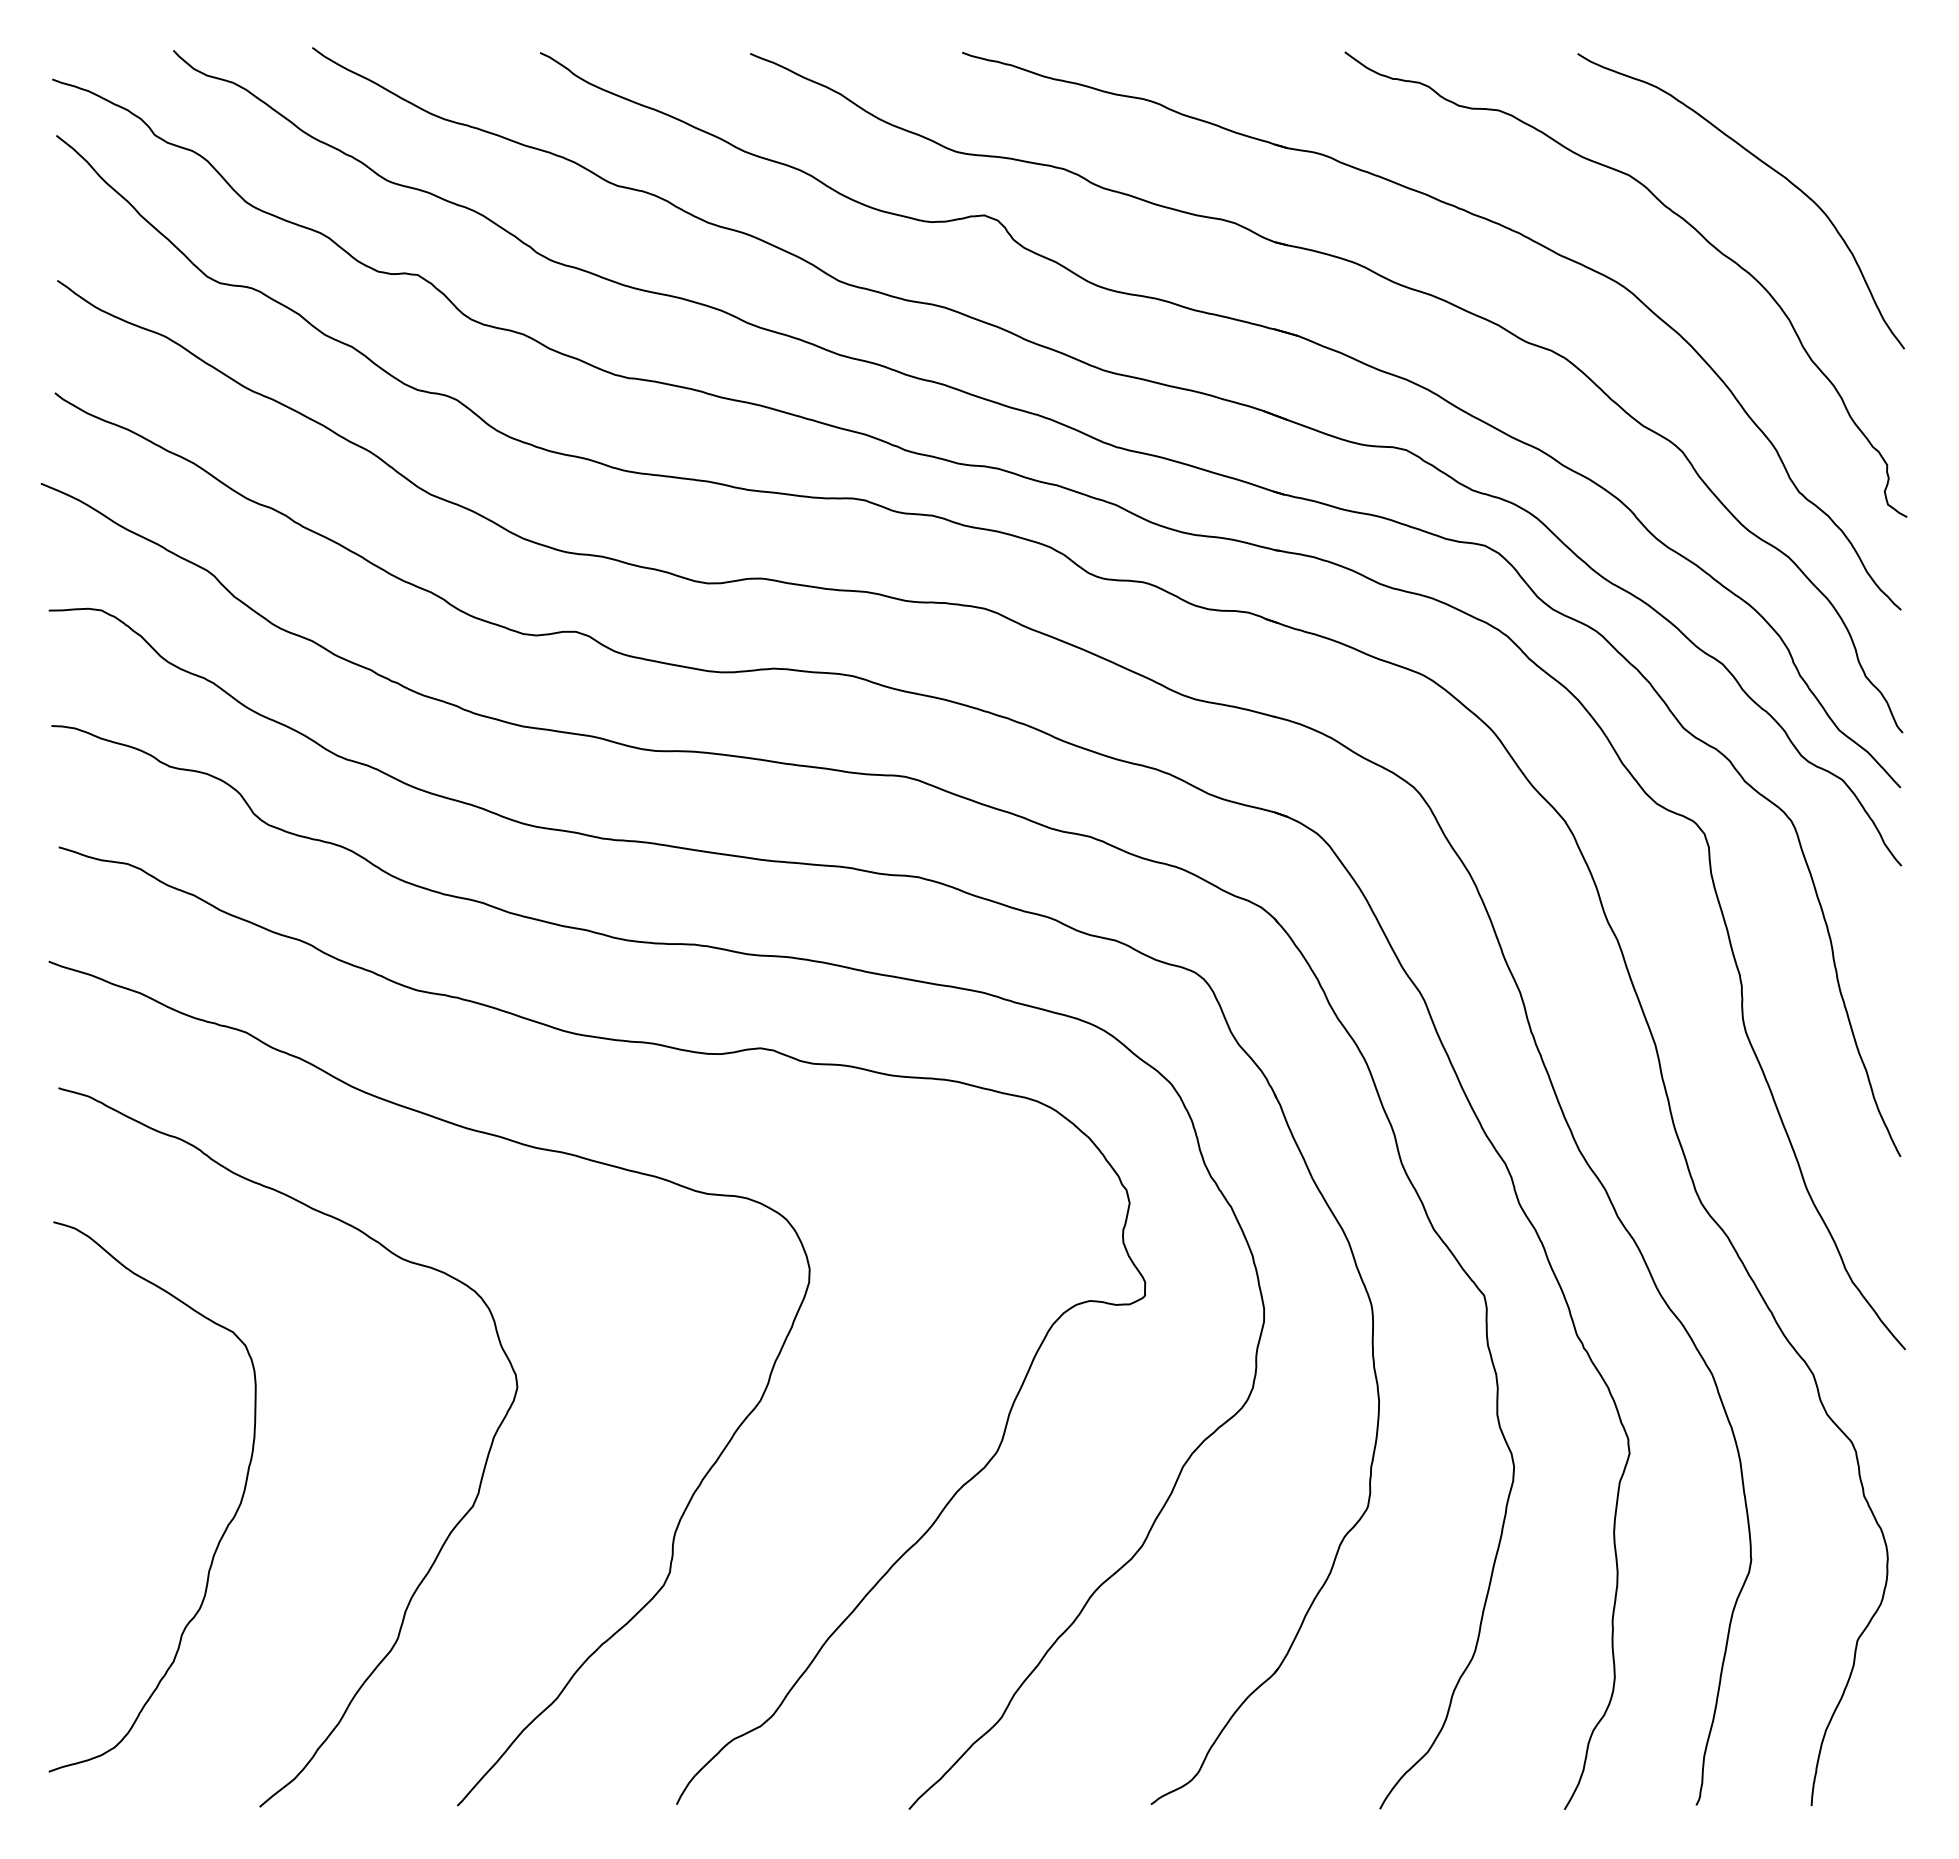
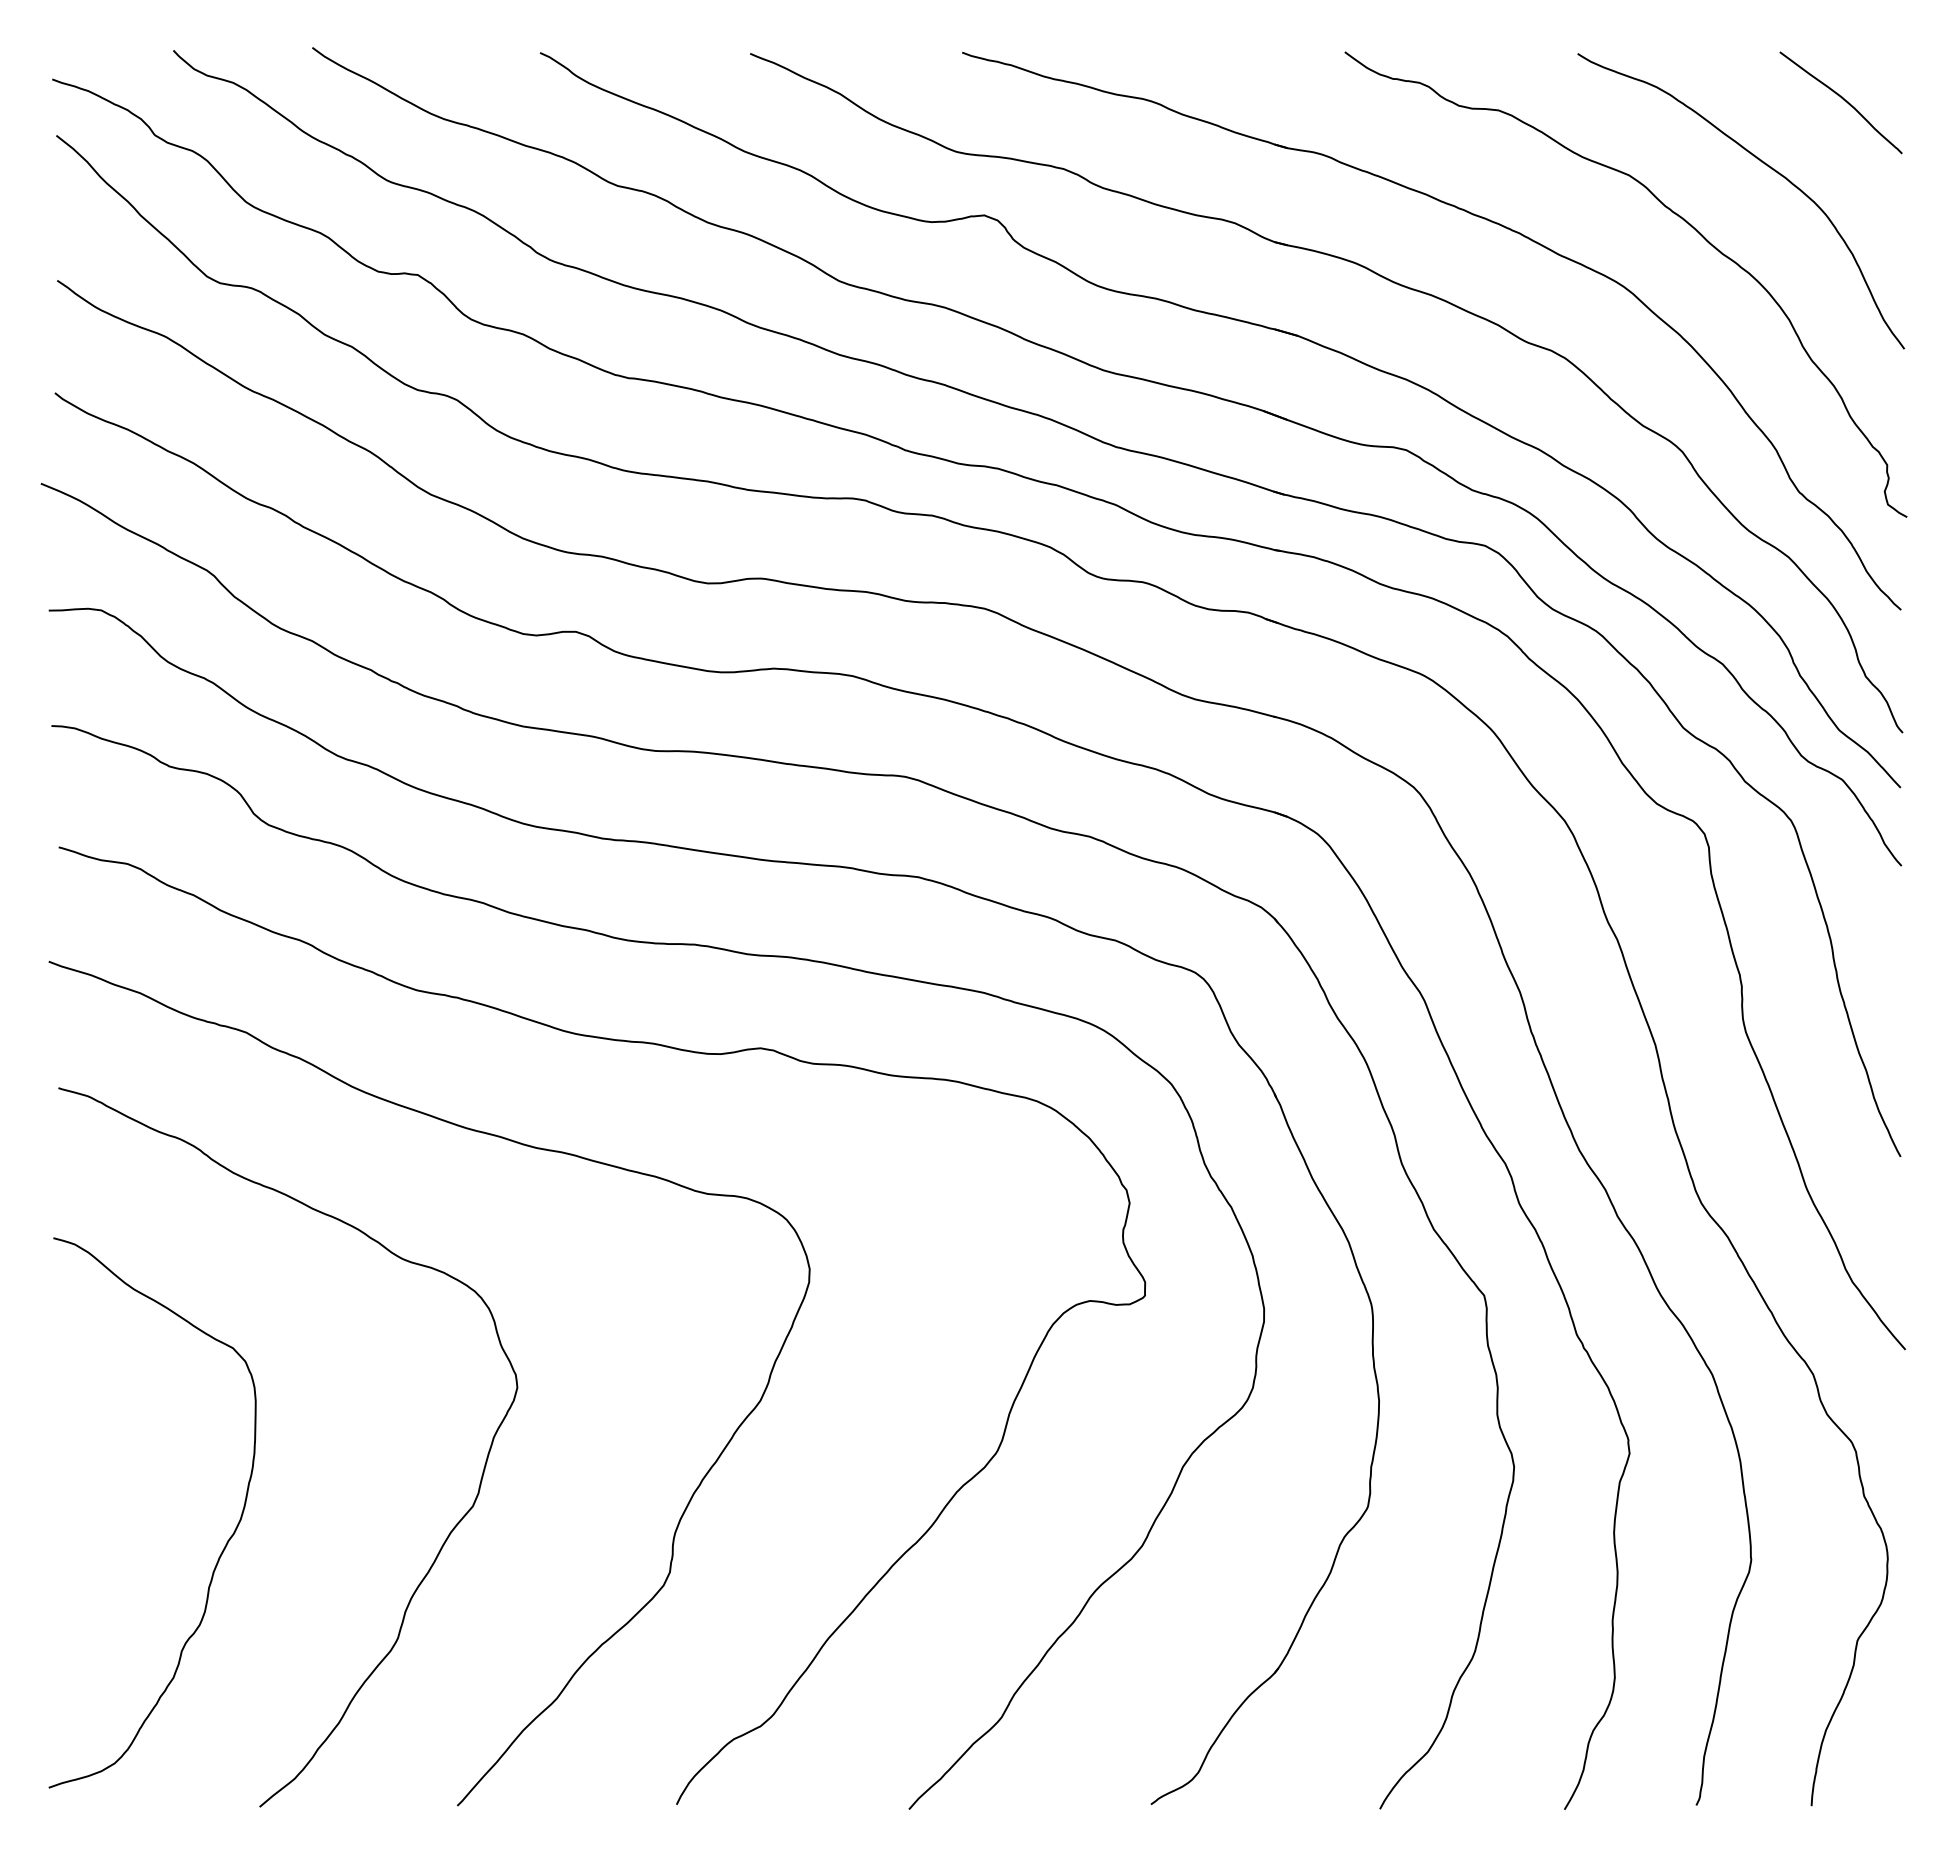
curve at (1842, 99): none -> present
curve at (220, 1537) position: (220, 1537) -> (220, 1553)
